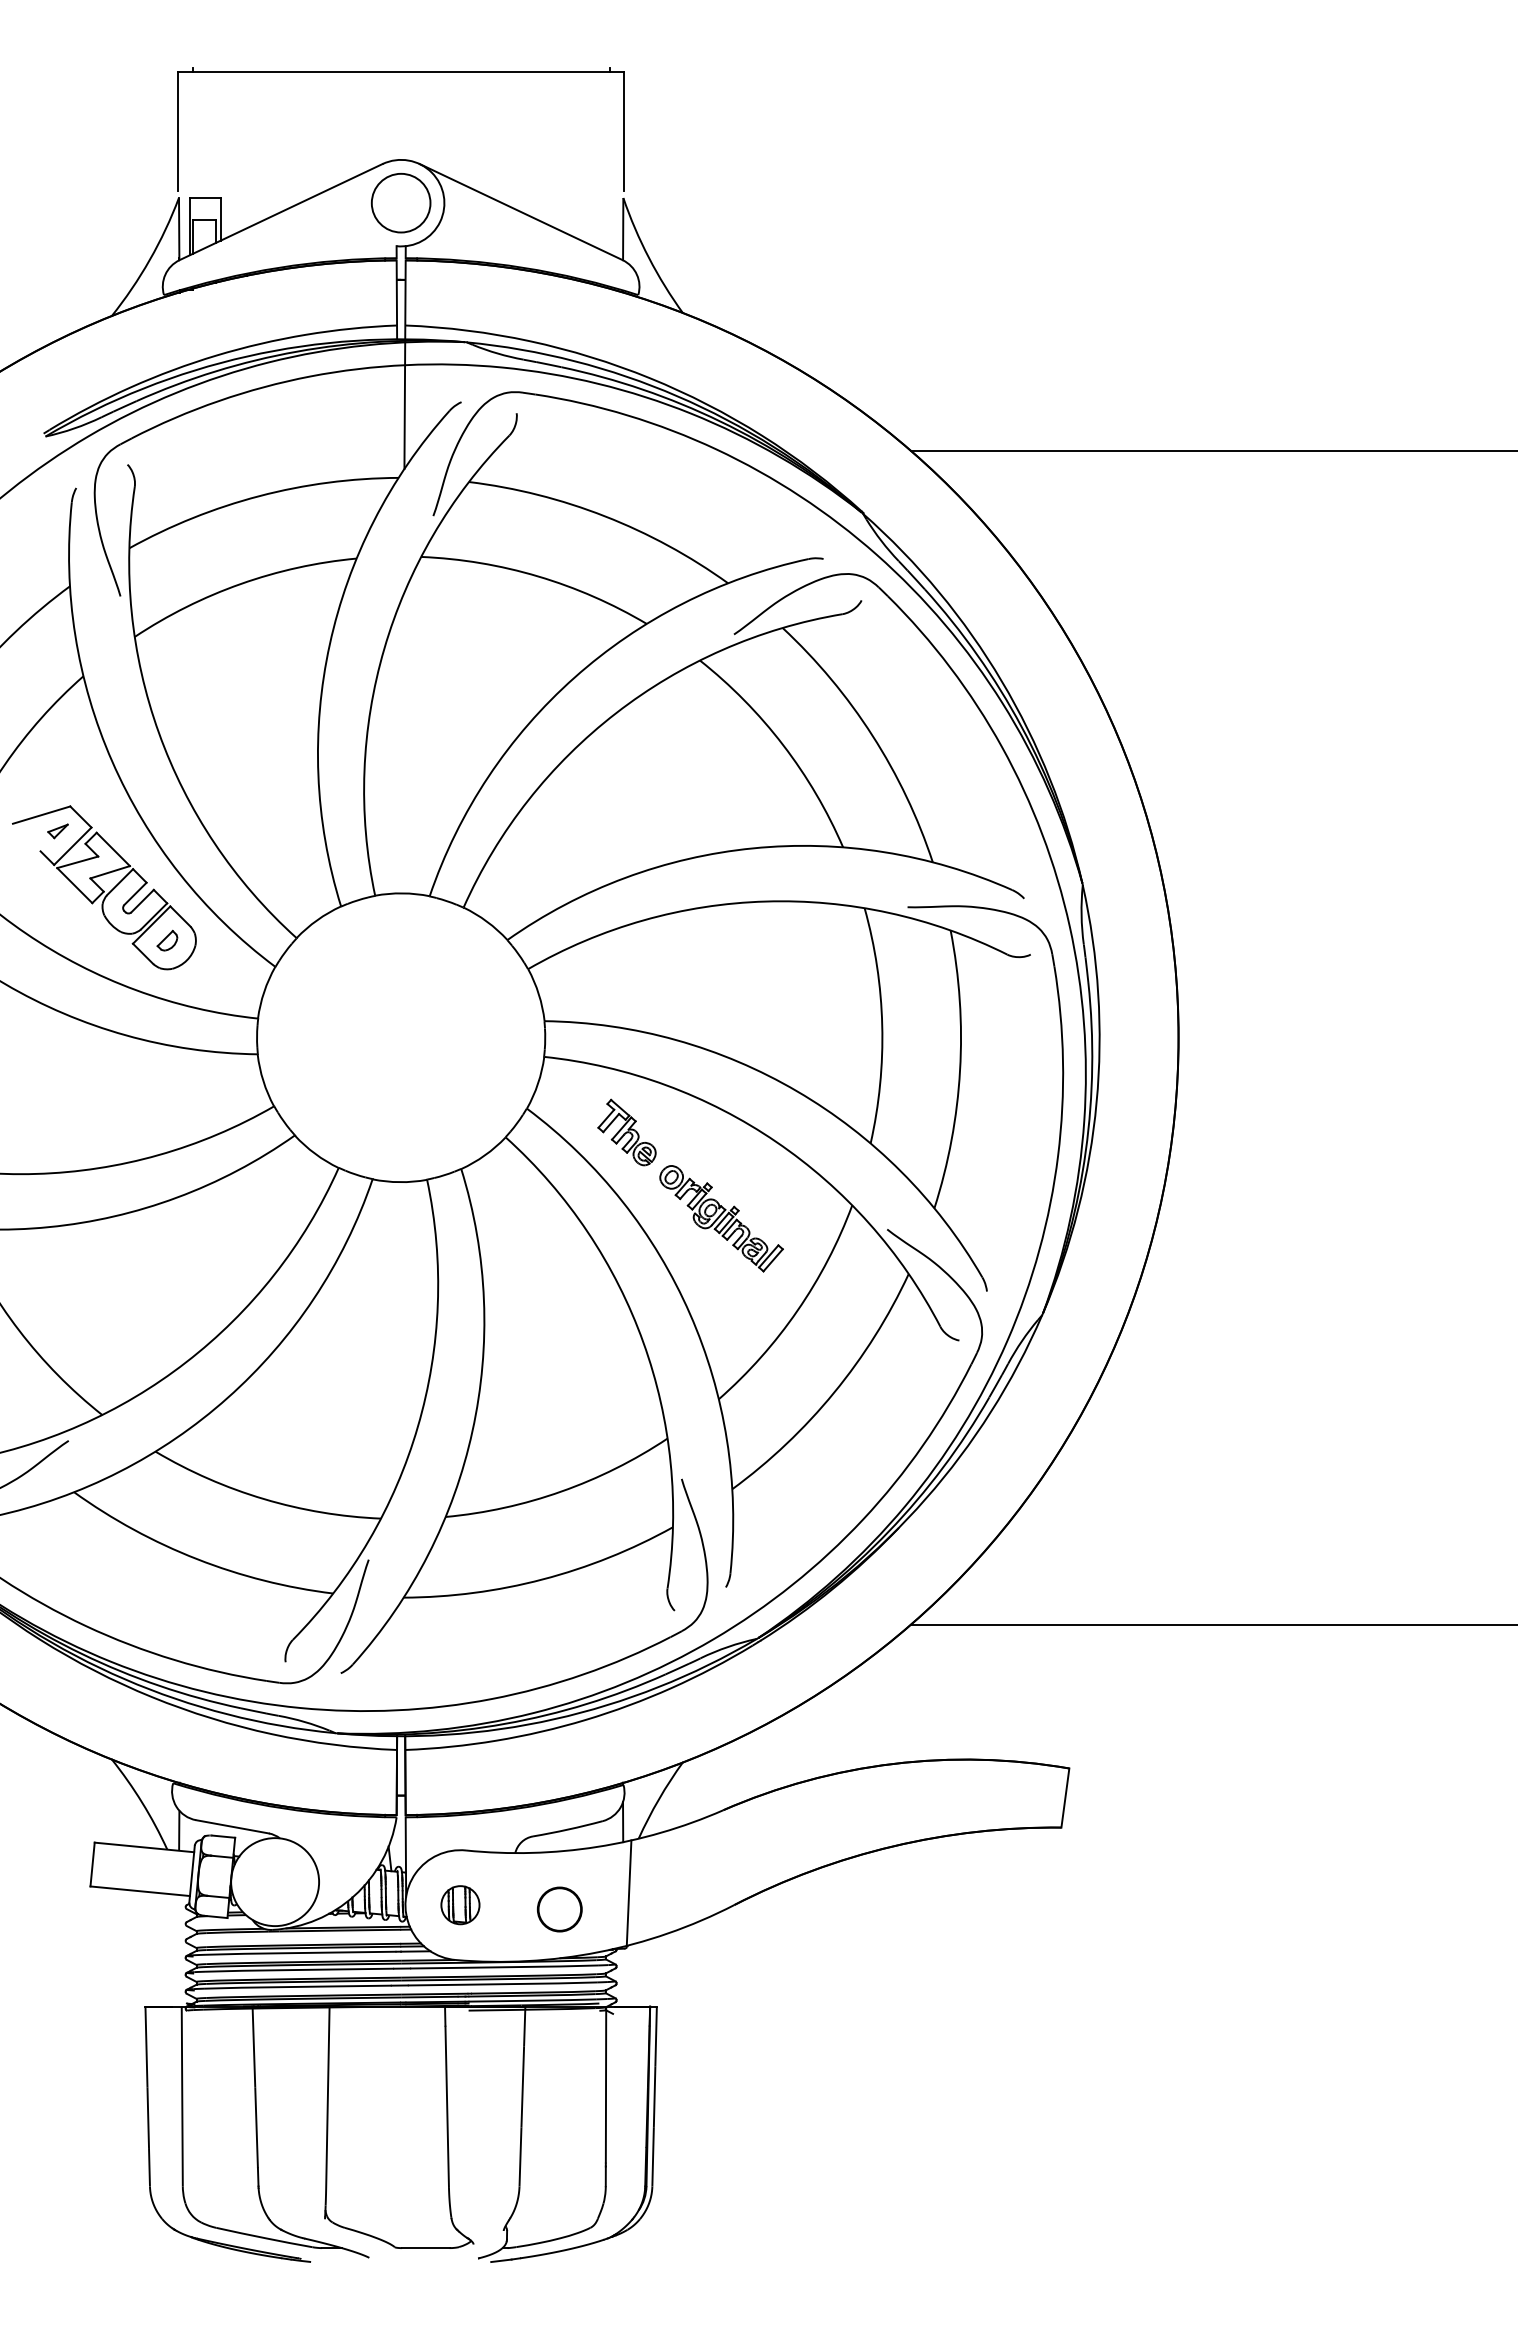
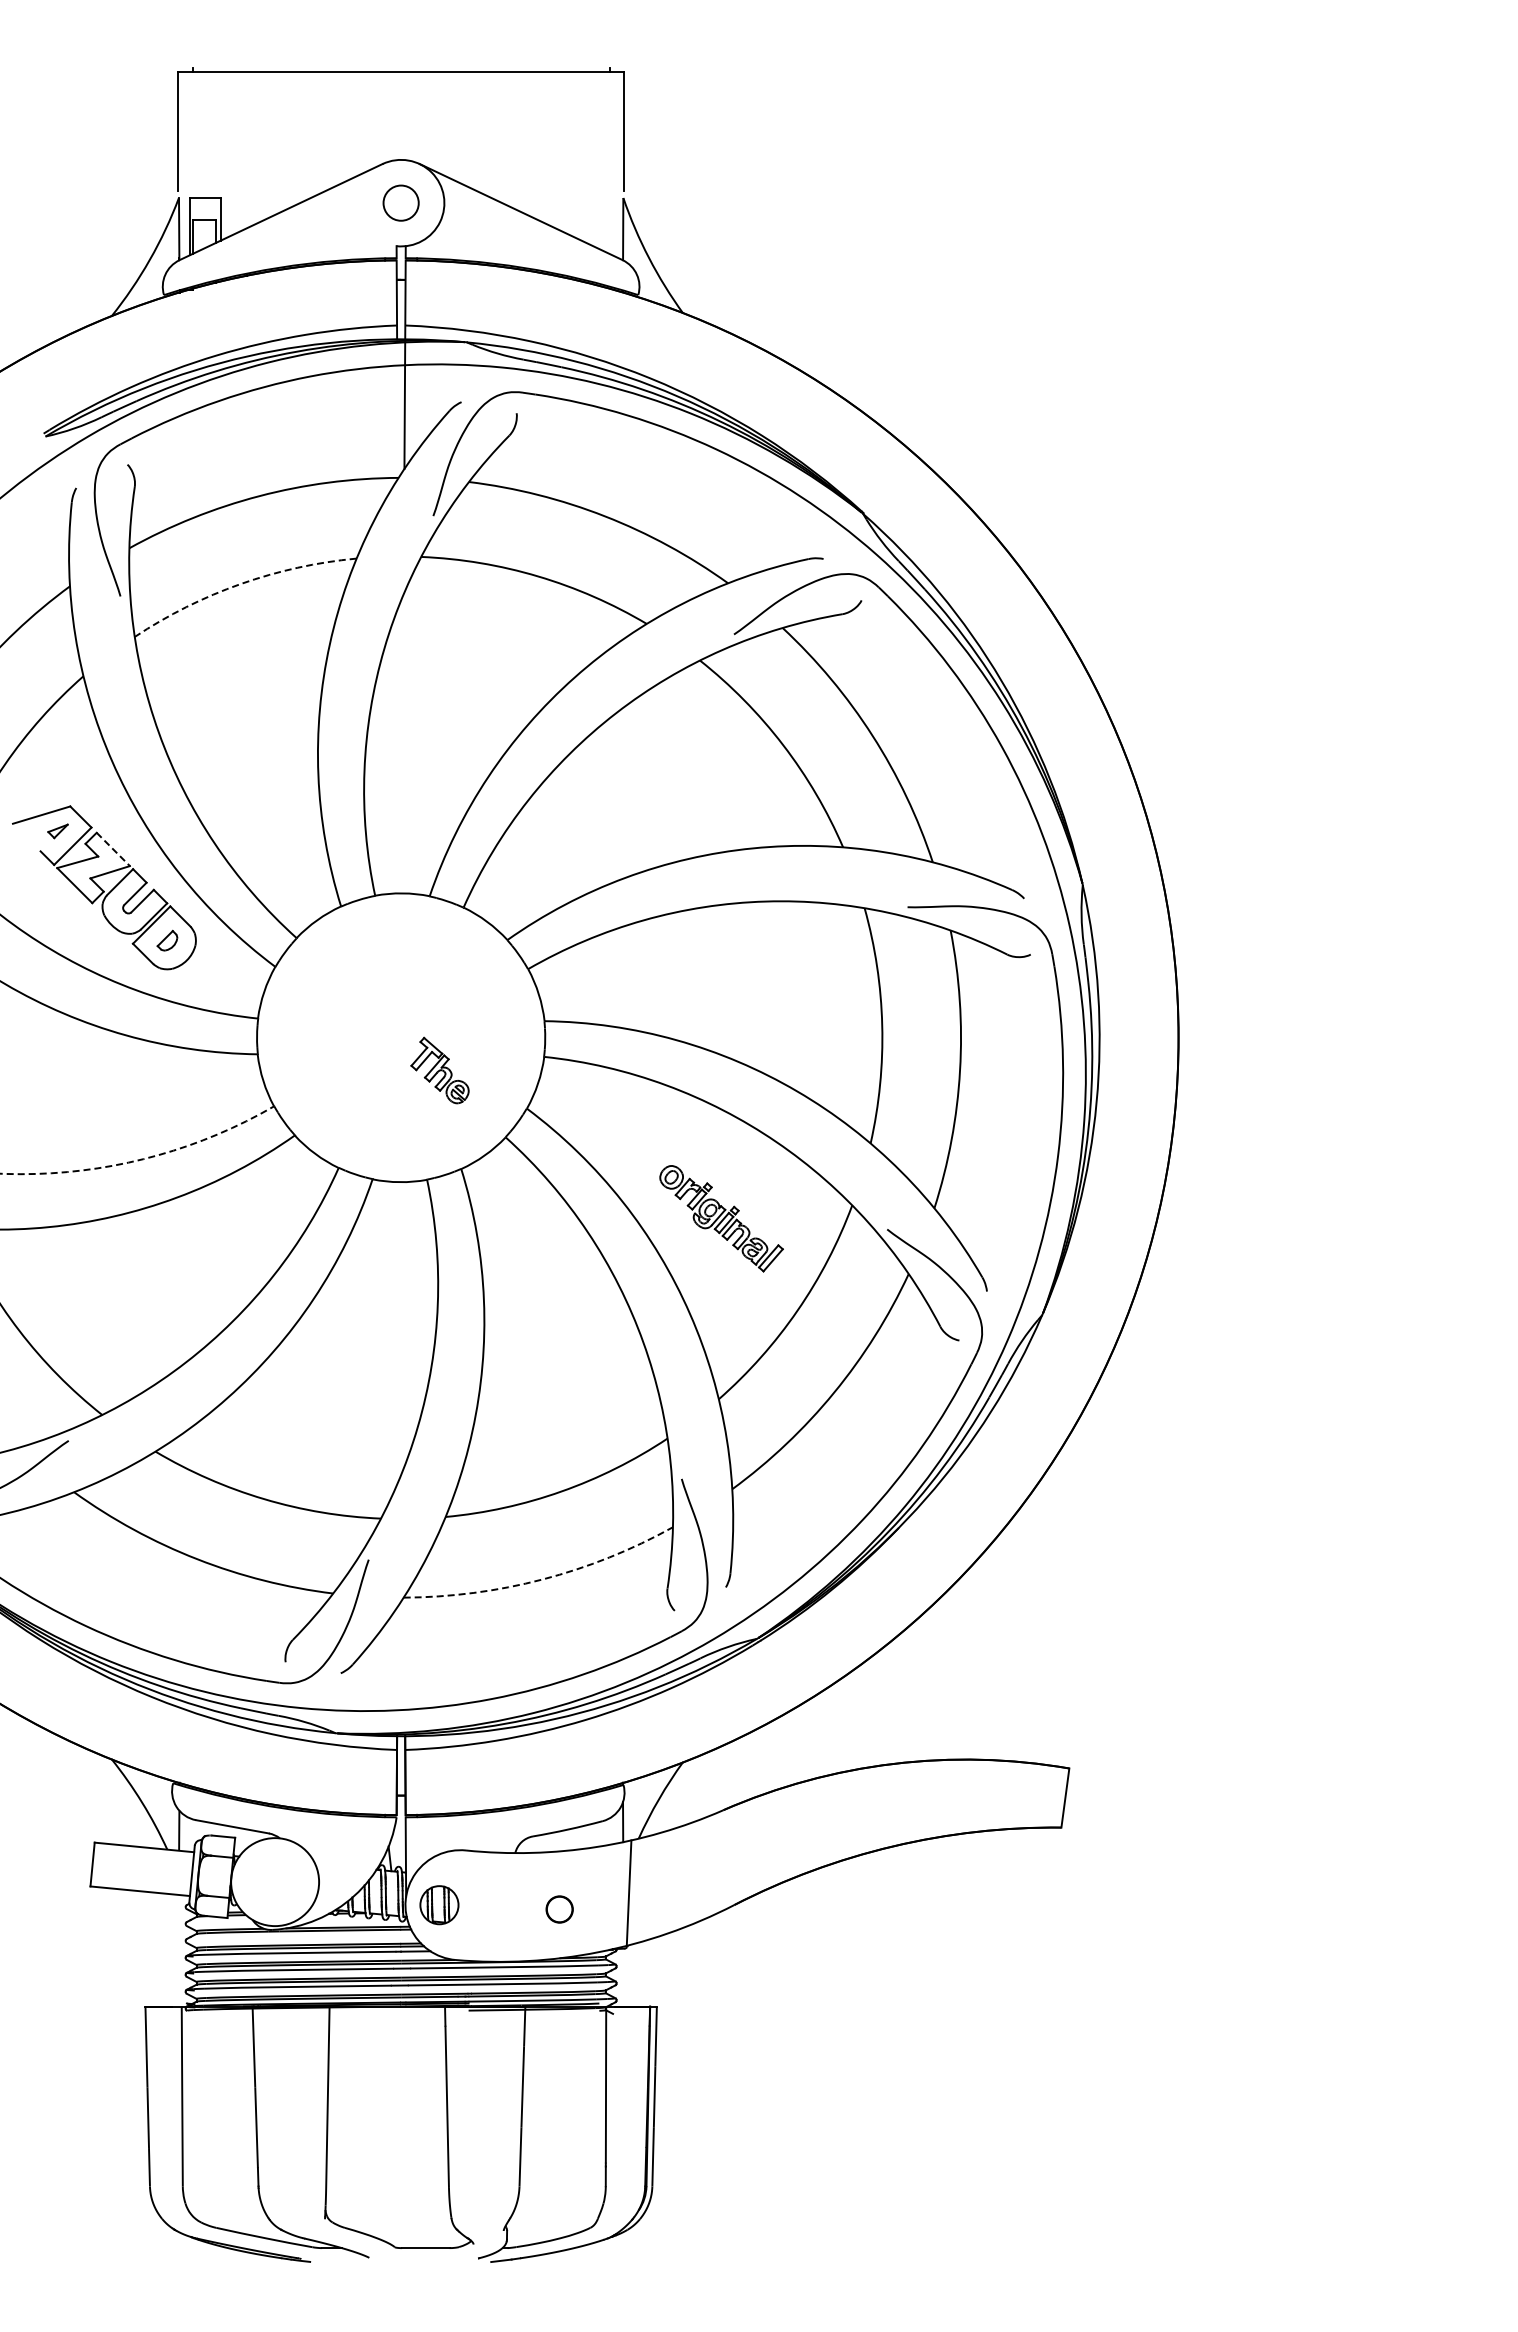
circle at (400, 202) diameter: 59 px -> 35 px
line at (1212, 451): present -> none
arc at (240, 584): solid -> dashed
line at (113, 849): solid -> dashed
part at (626, 1132) position: (626, 1132) -> (439, 1070)
arc at (141, 1159): solid -> dashed
arc at (542, 1579): solid -> dashed
line at (1212, 1624): present -> none
part at (460, 1905) position: (460, 1905) -> (439, 1905)
circle at (559, 1909) size: 47x47 px -> 29x29 px
